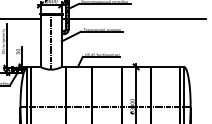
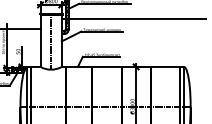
line at (21, 19) position: (21, 19) -> (21, 29)
